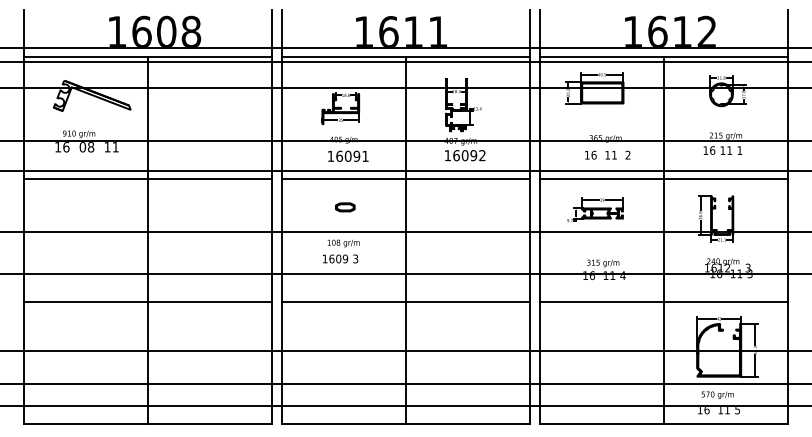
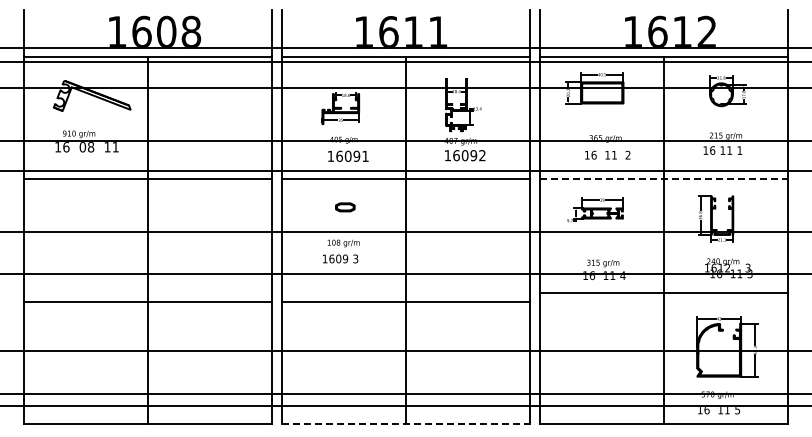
line at (663, 179): solid -> dashed
line at (663, 301) position: (663, 301) -> (663, 292)
line at (405, 383) position: (405, 383) -> (405, 393)
line at (406, 424): solid -> dashed
